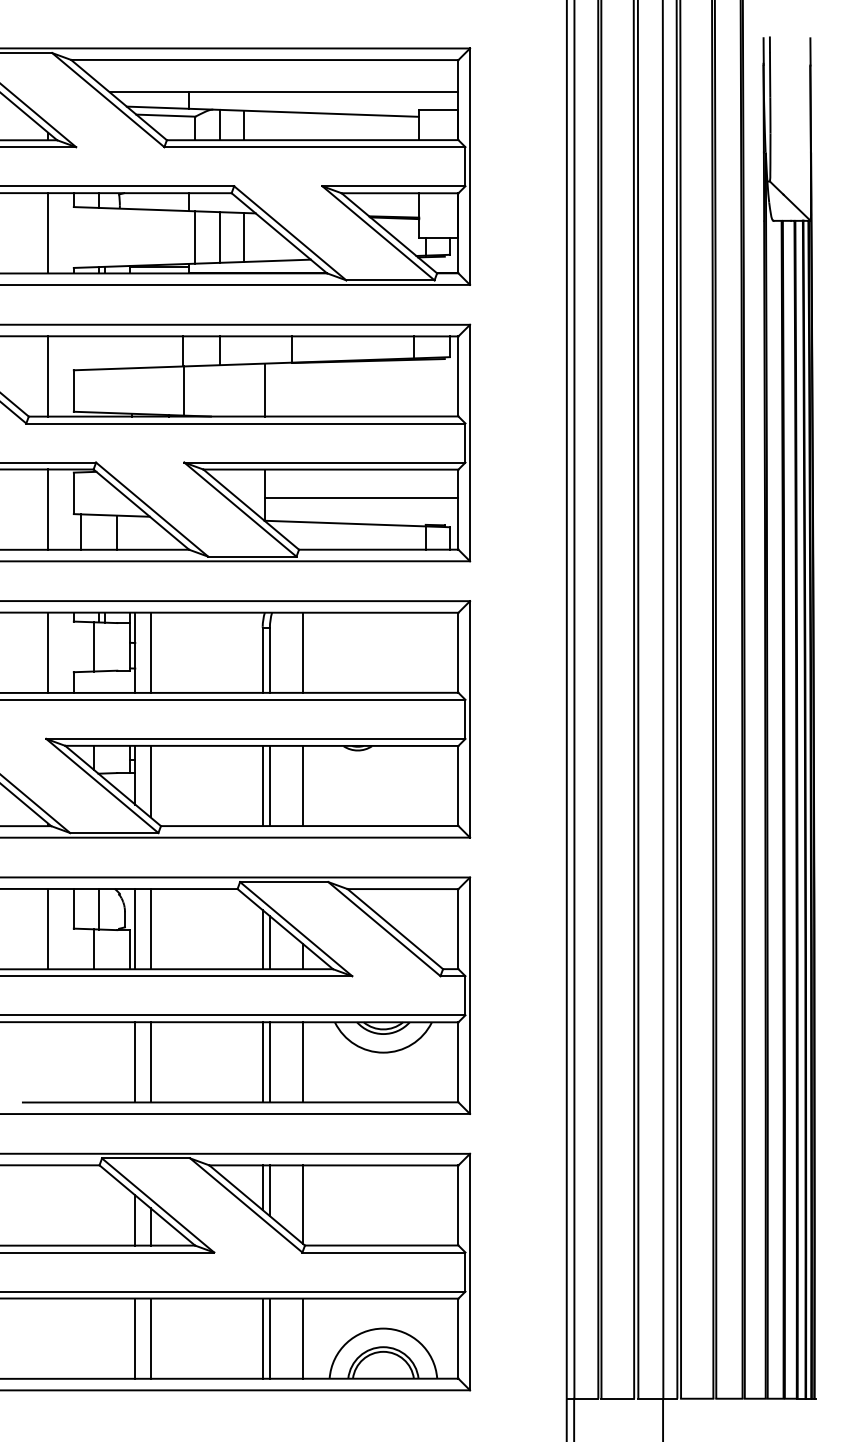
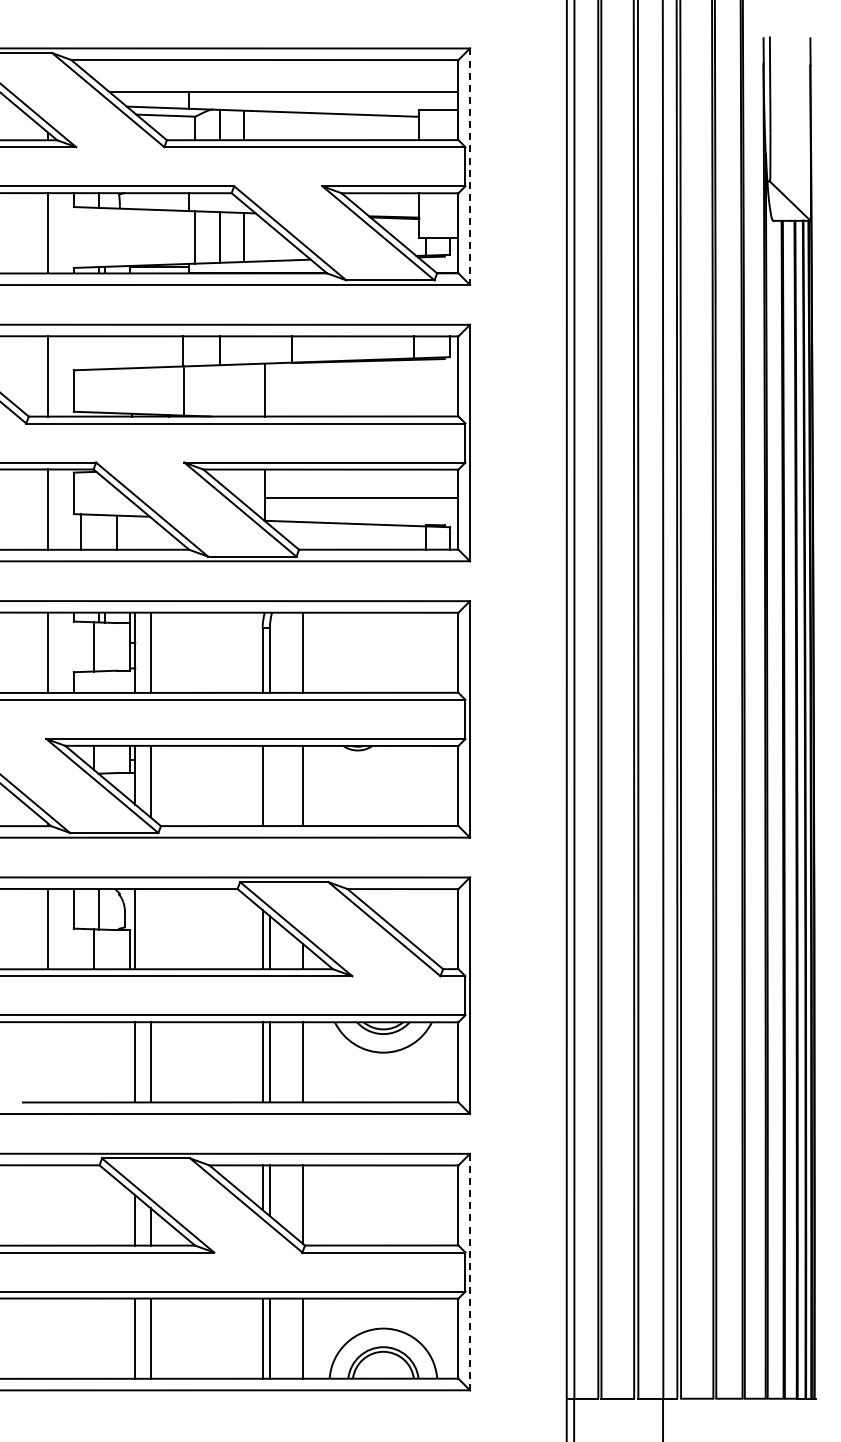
line at (470, 167): solid -> dashed
line at (269, 785): present -> none
line at (150, 929): present -> none
line at (470, 1272): solid -> dashed
